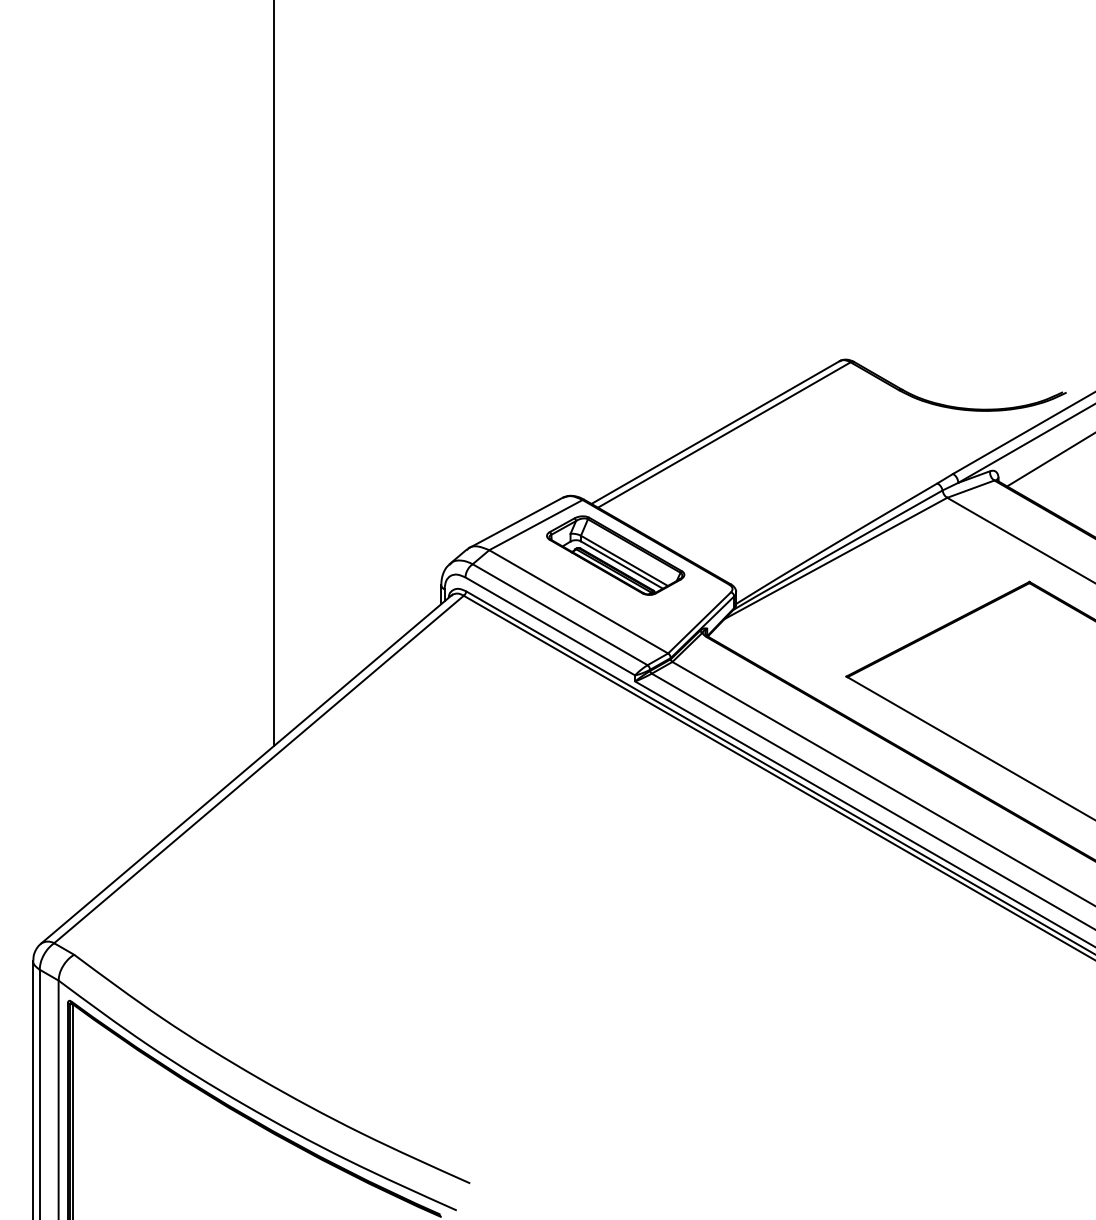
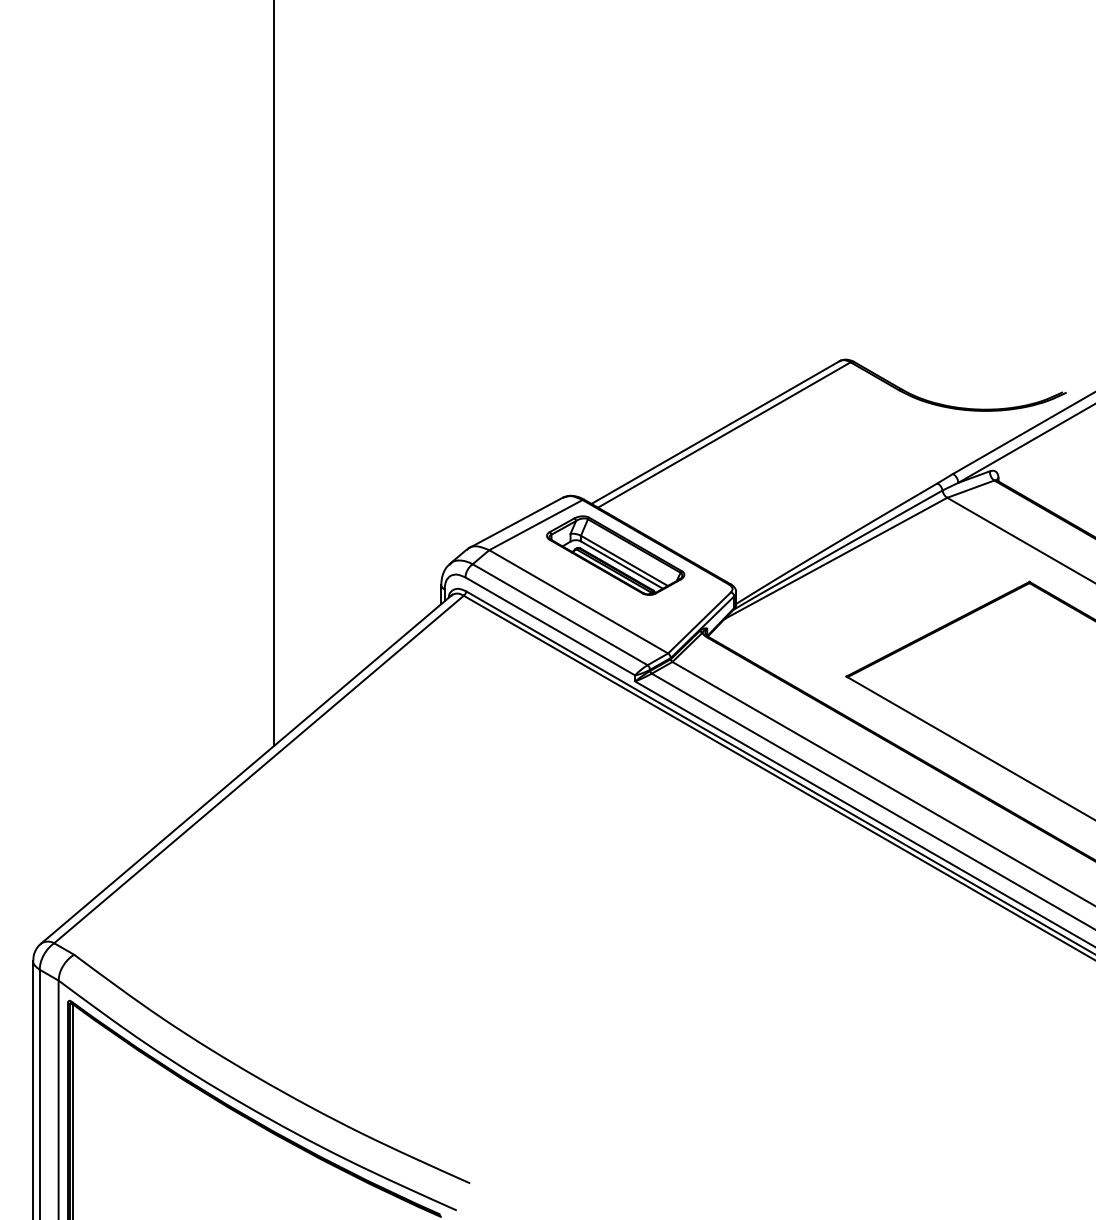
line at (1049, 460): present -> none
